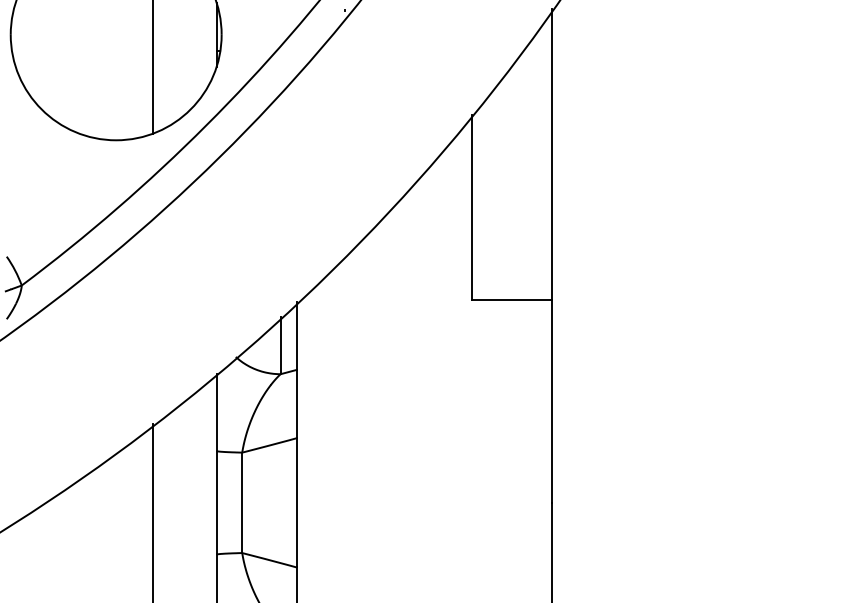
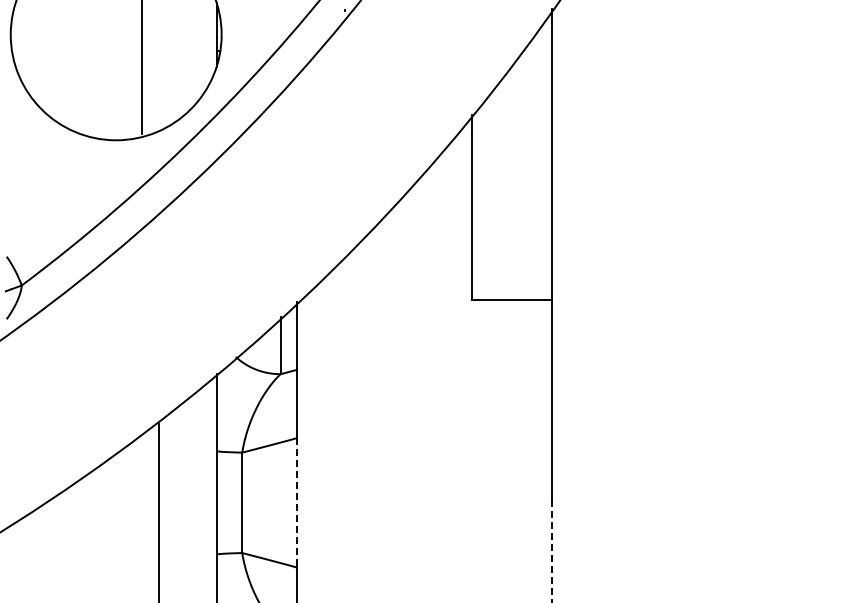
line at (152, 67) position: (152, 67) -> (141, 67)
line at (296, 502): solid -> dashed
line at (152, 511) position: (152, 511) -> (158, 511)
line at (552, 552): solid -> dashed
